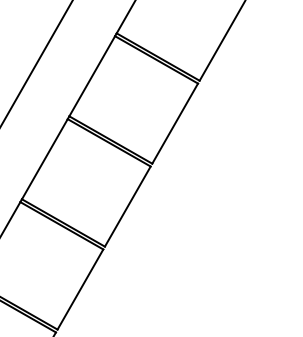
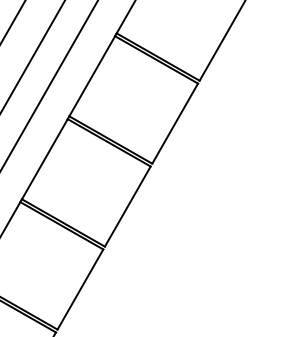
line at (13, 21): none -> present
line at (36, 63) position: (36, 63) -> (33, 56)
line at (49, 85): none -> present
